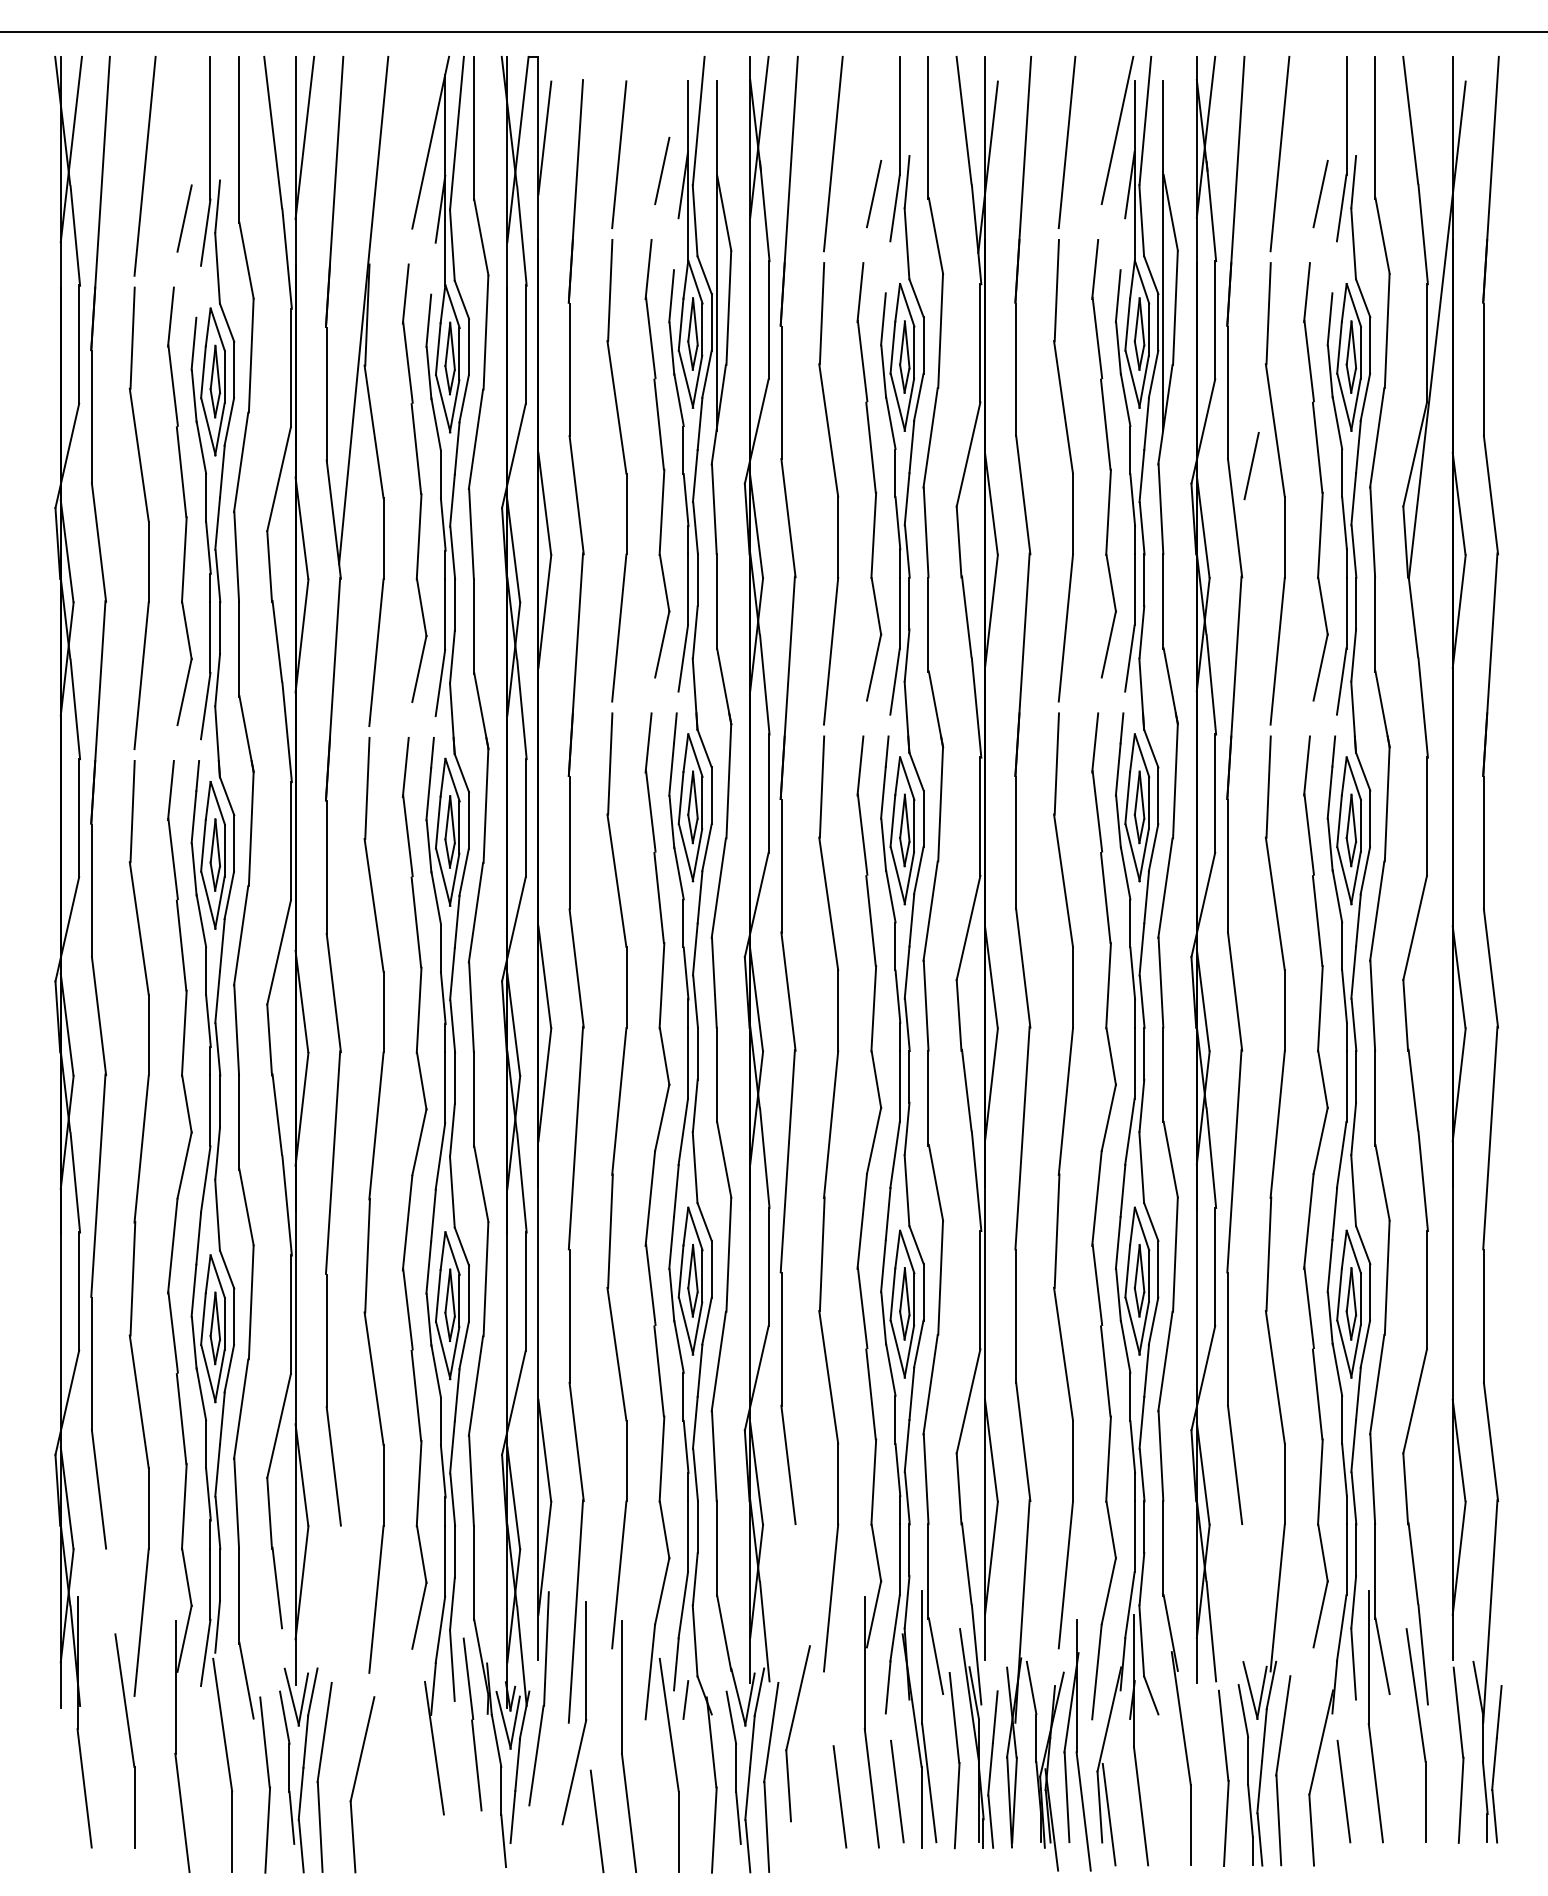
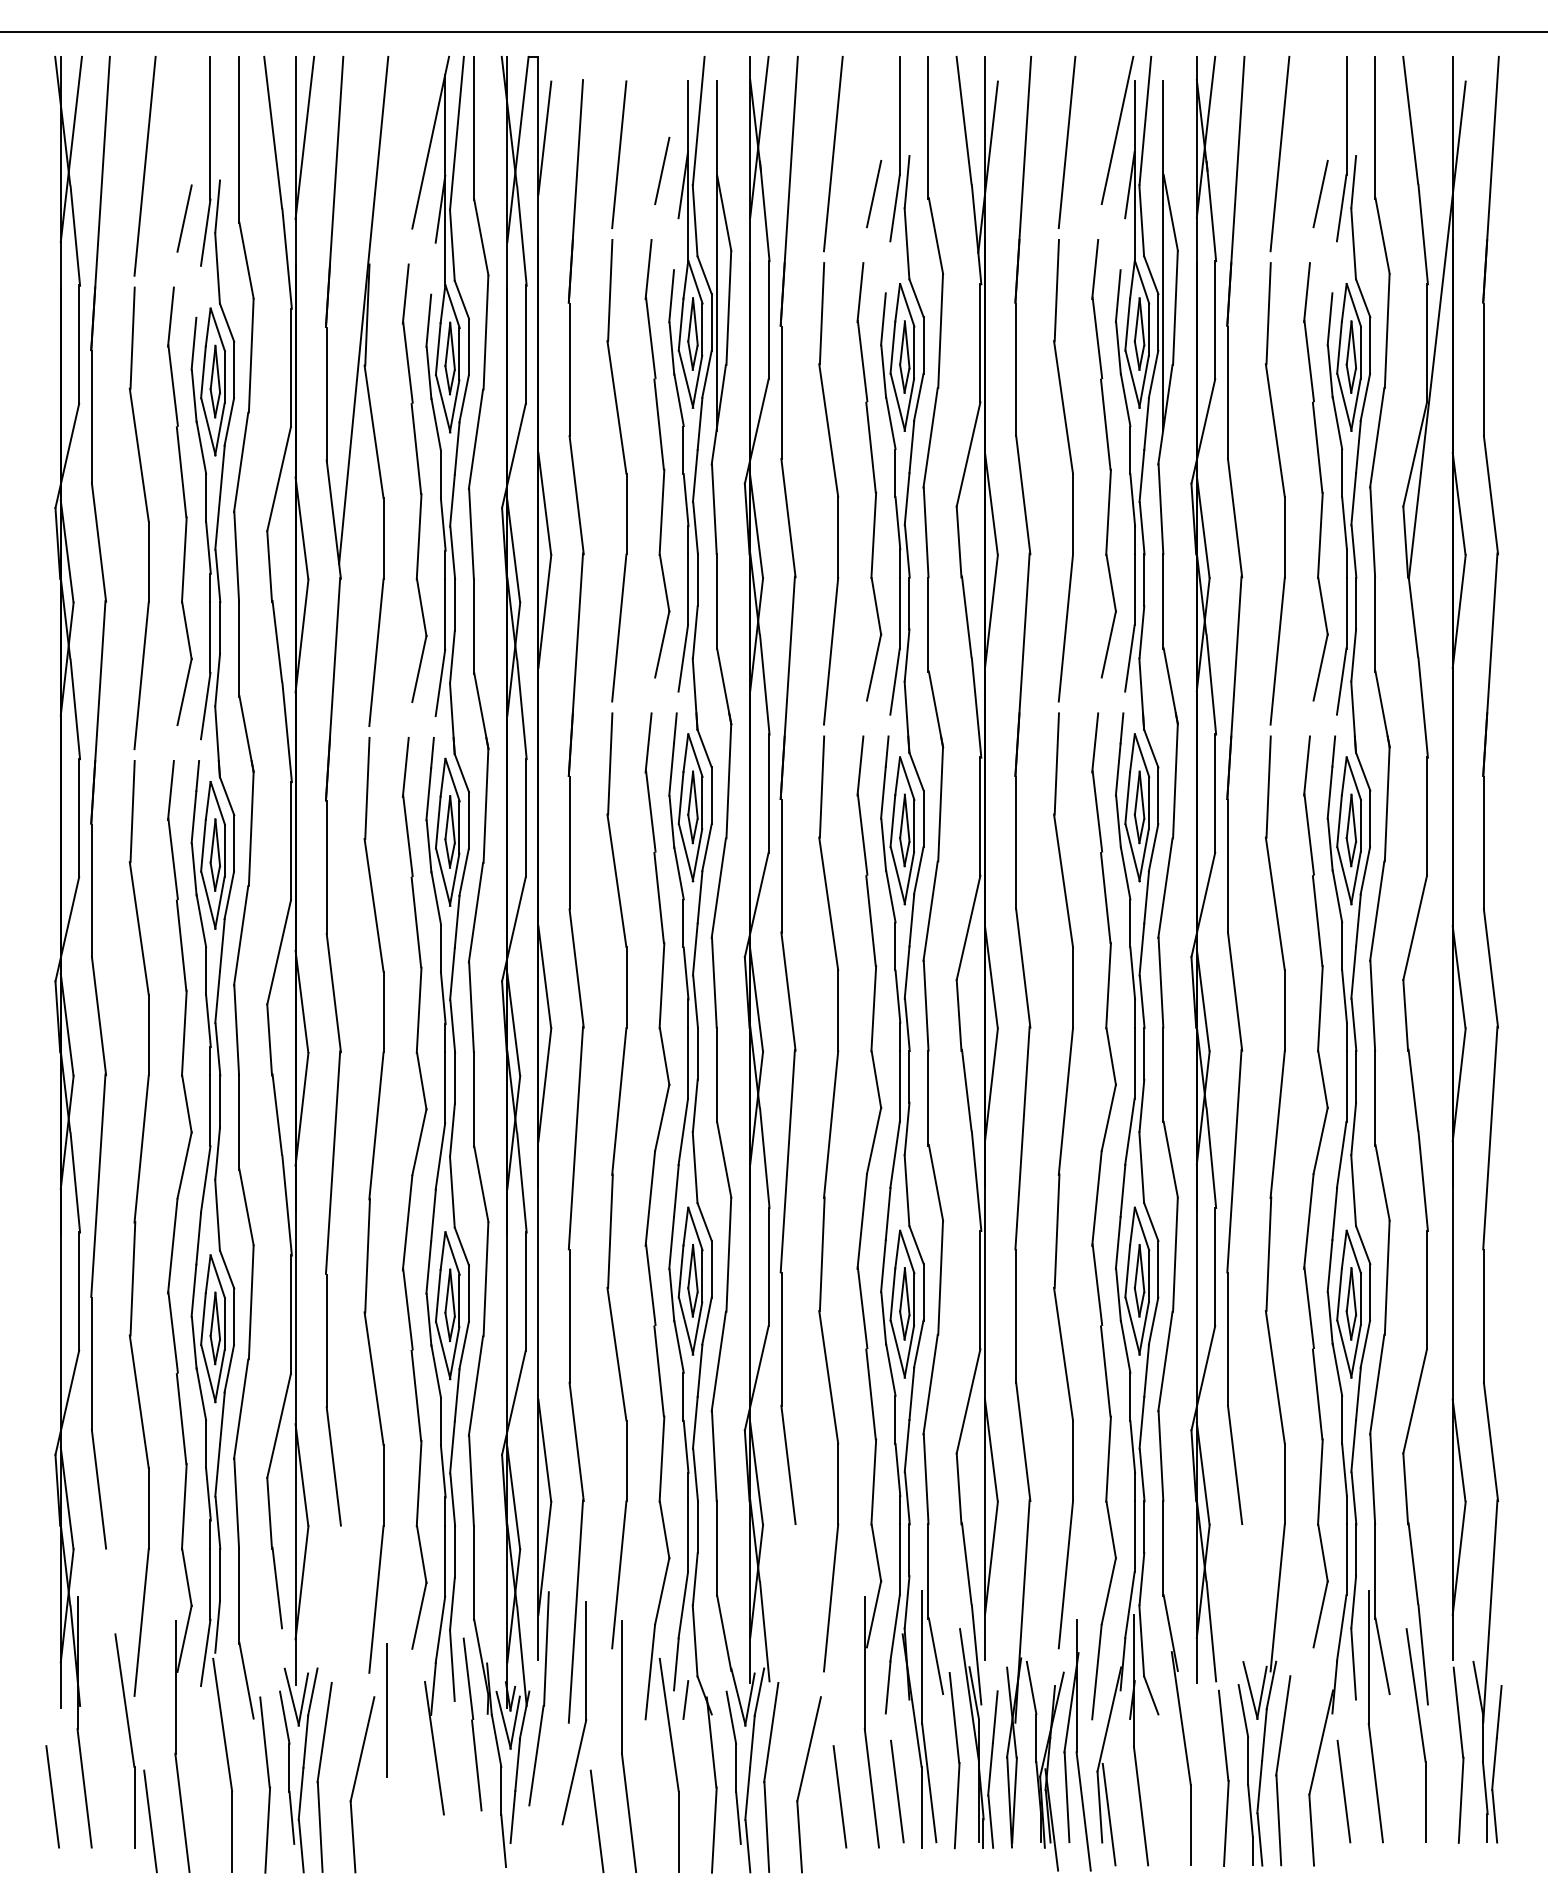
line at (1251, 466): present -> none
line at (387, 1710): none -> present
part at (791, 1732) position: (791, 1732) -> (802, 1783)
line at (52, 1796): none -> present
line at (150, 1821): none -> present
